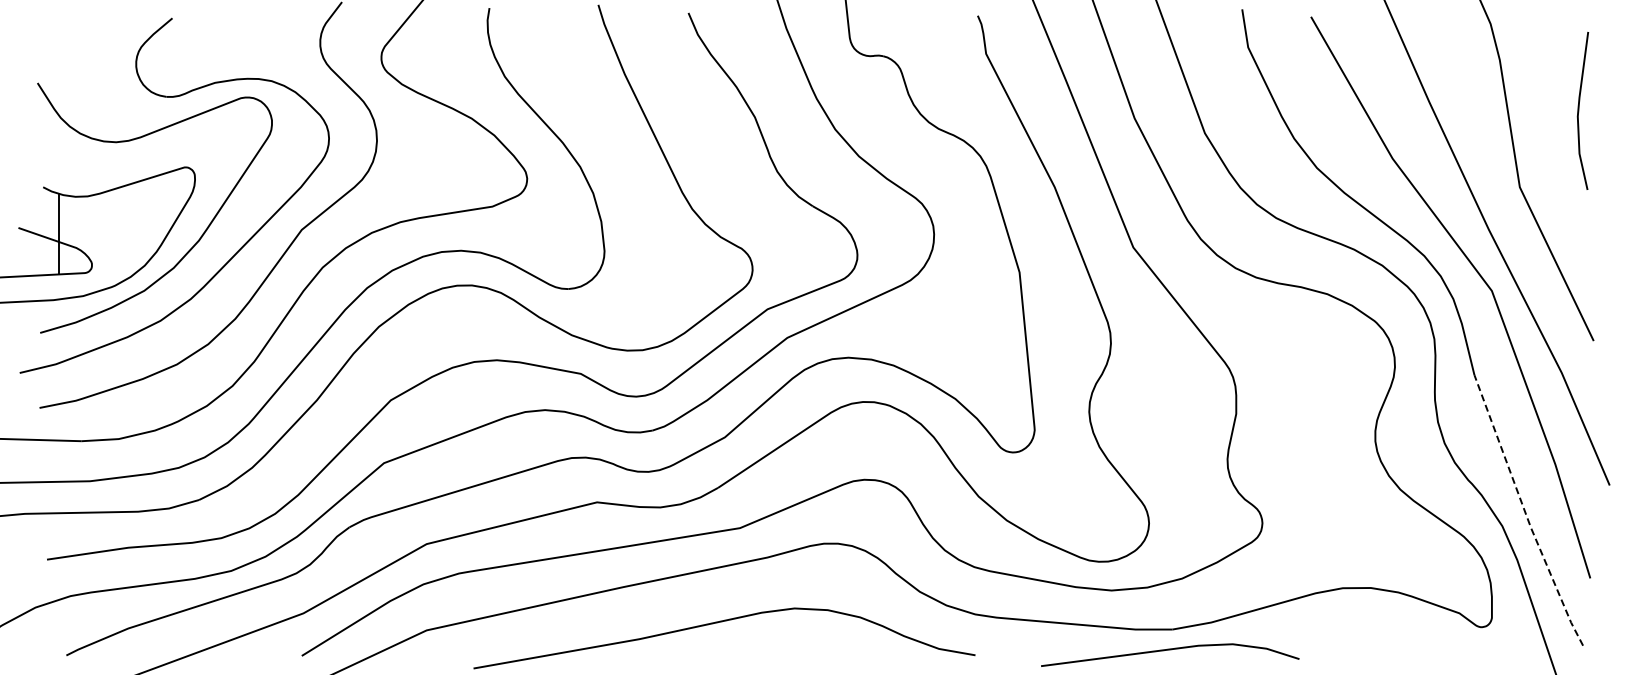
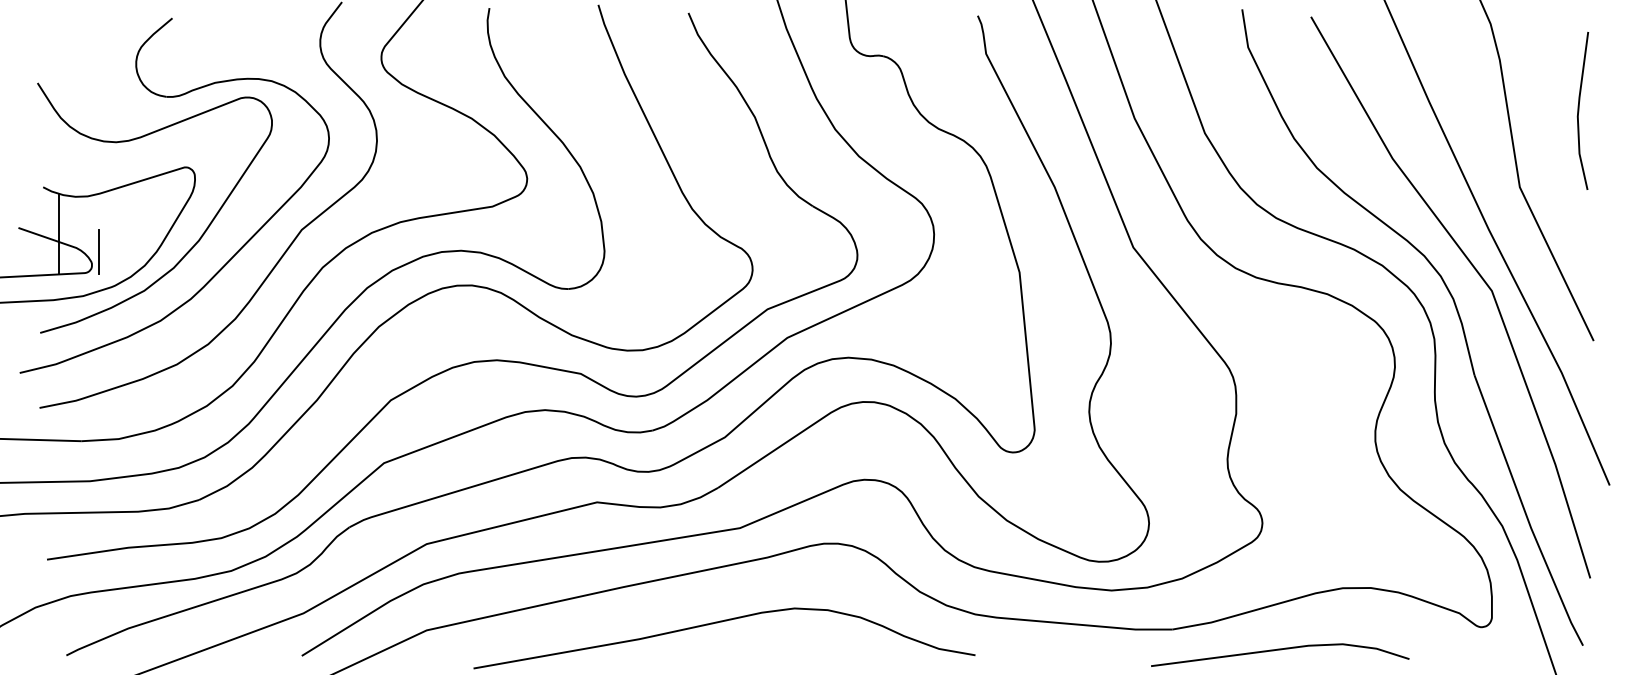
line at (99, 251): none -> present
line at (1525, 512): dashed -> solid
line at (1170, 650) position: (1170, 650) -> (1280, 650)
